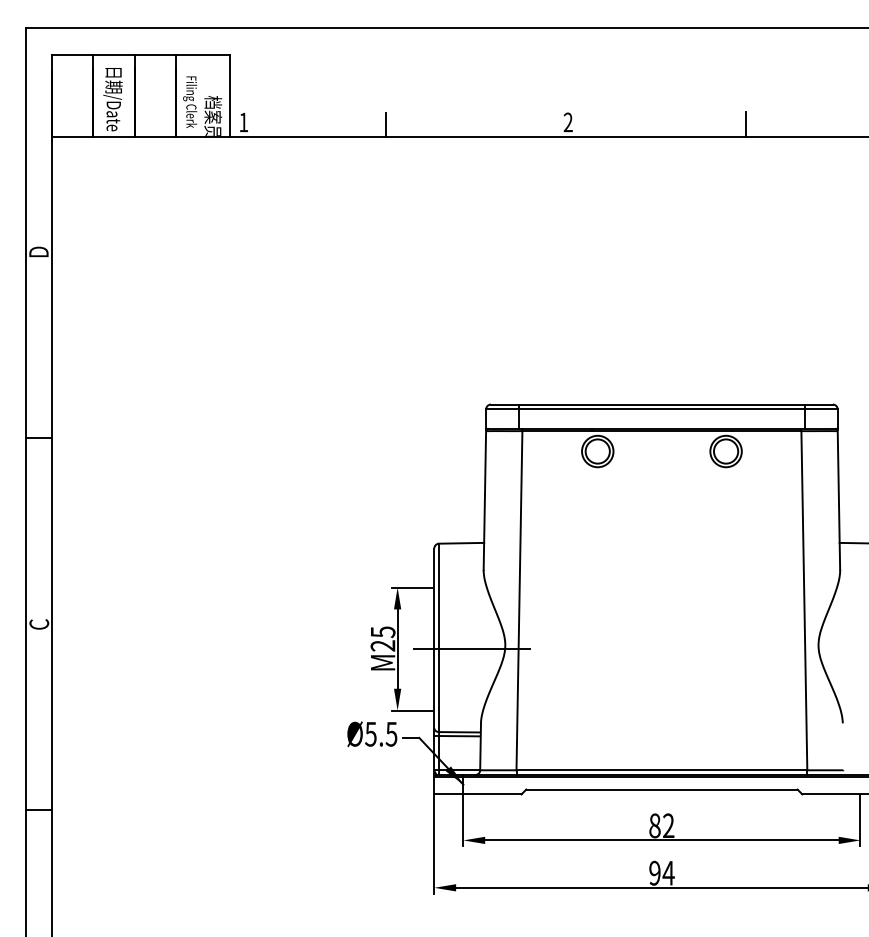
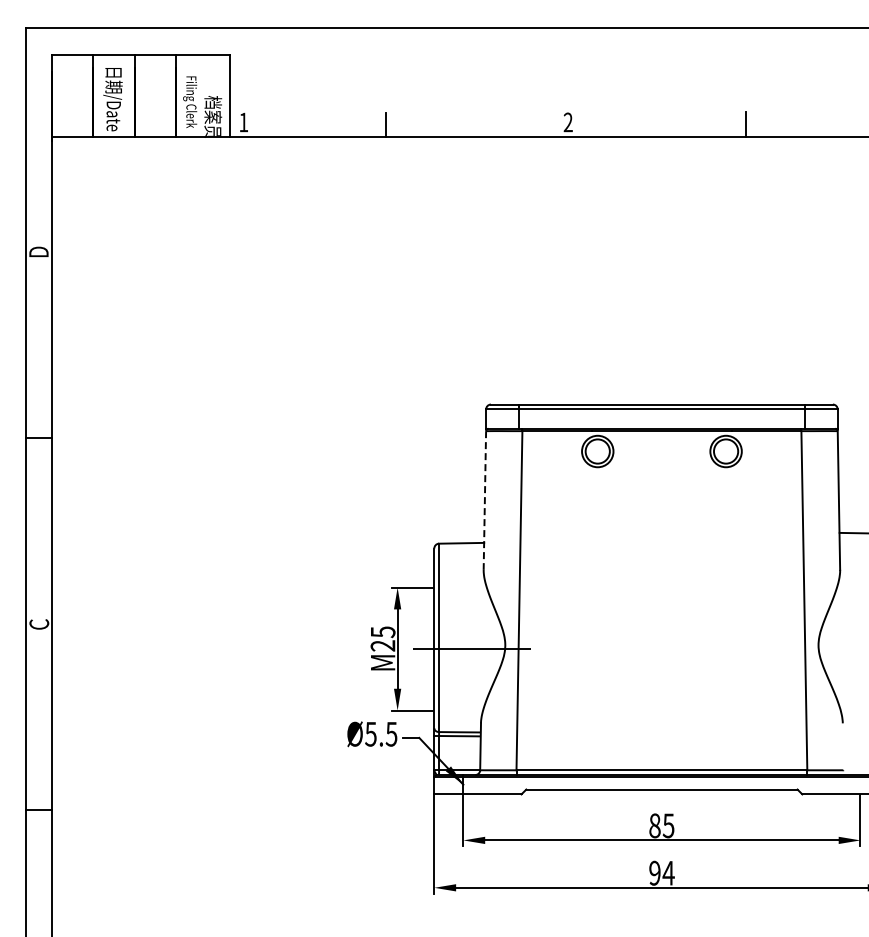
line at (484, 501): solid -> dashed
line at (852, 542) position: (852, 542) -> (852, 532)
text at (668, 825): 82 -> 85
